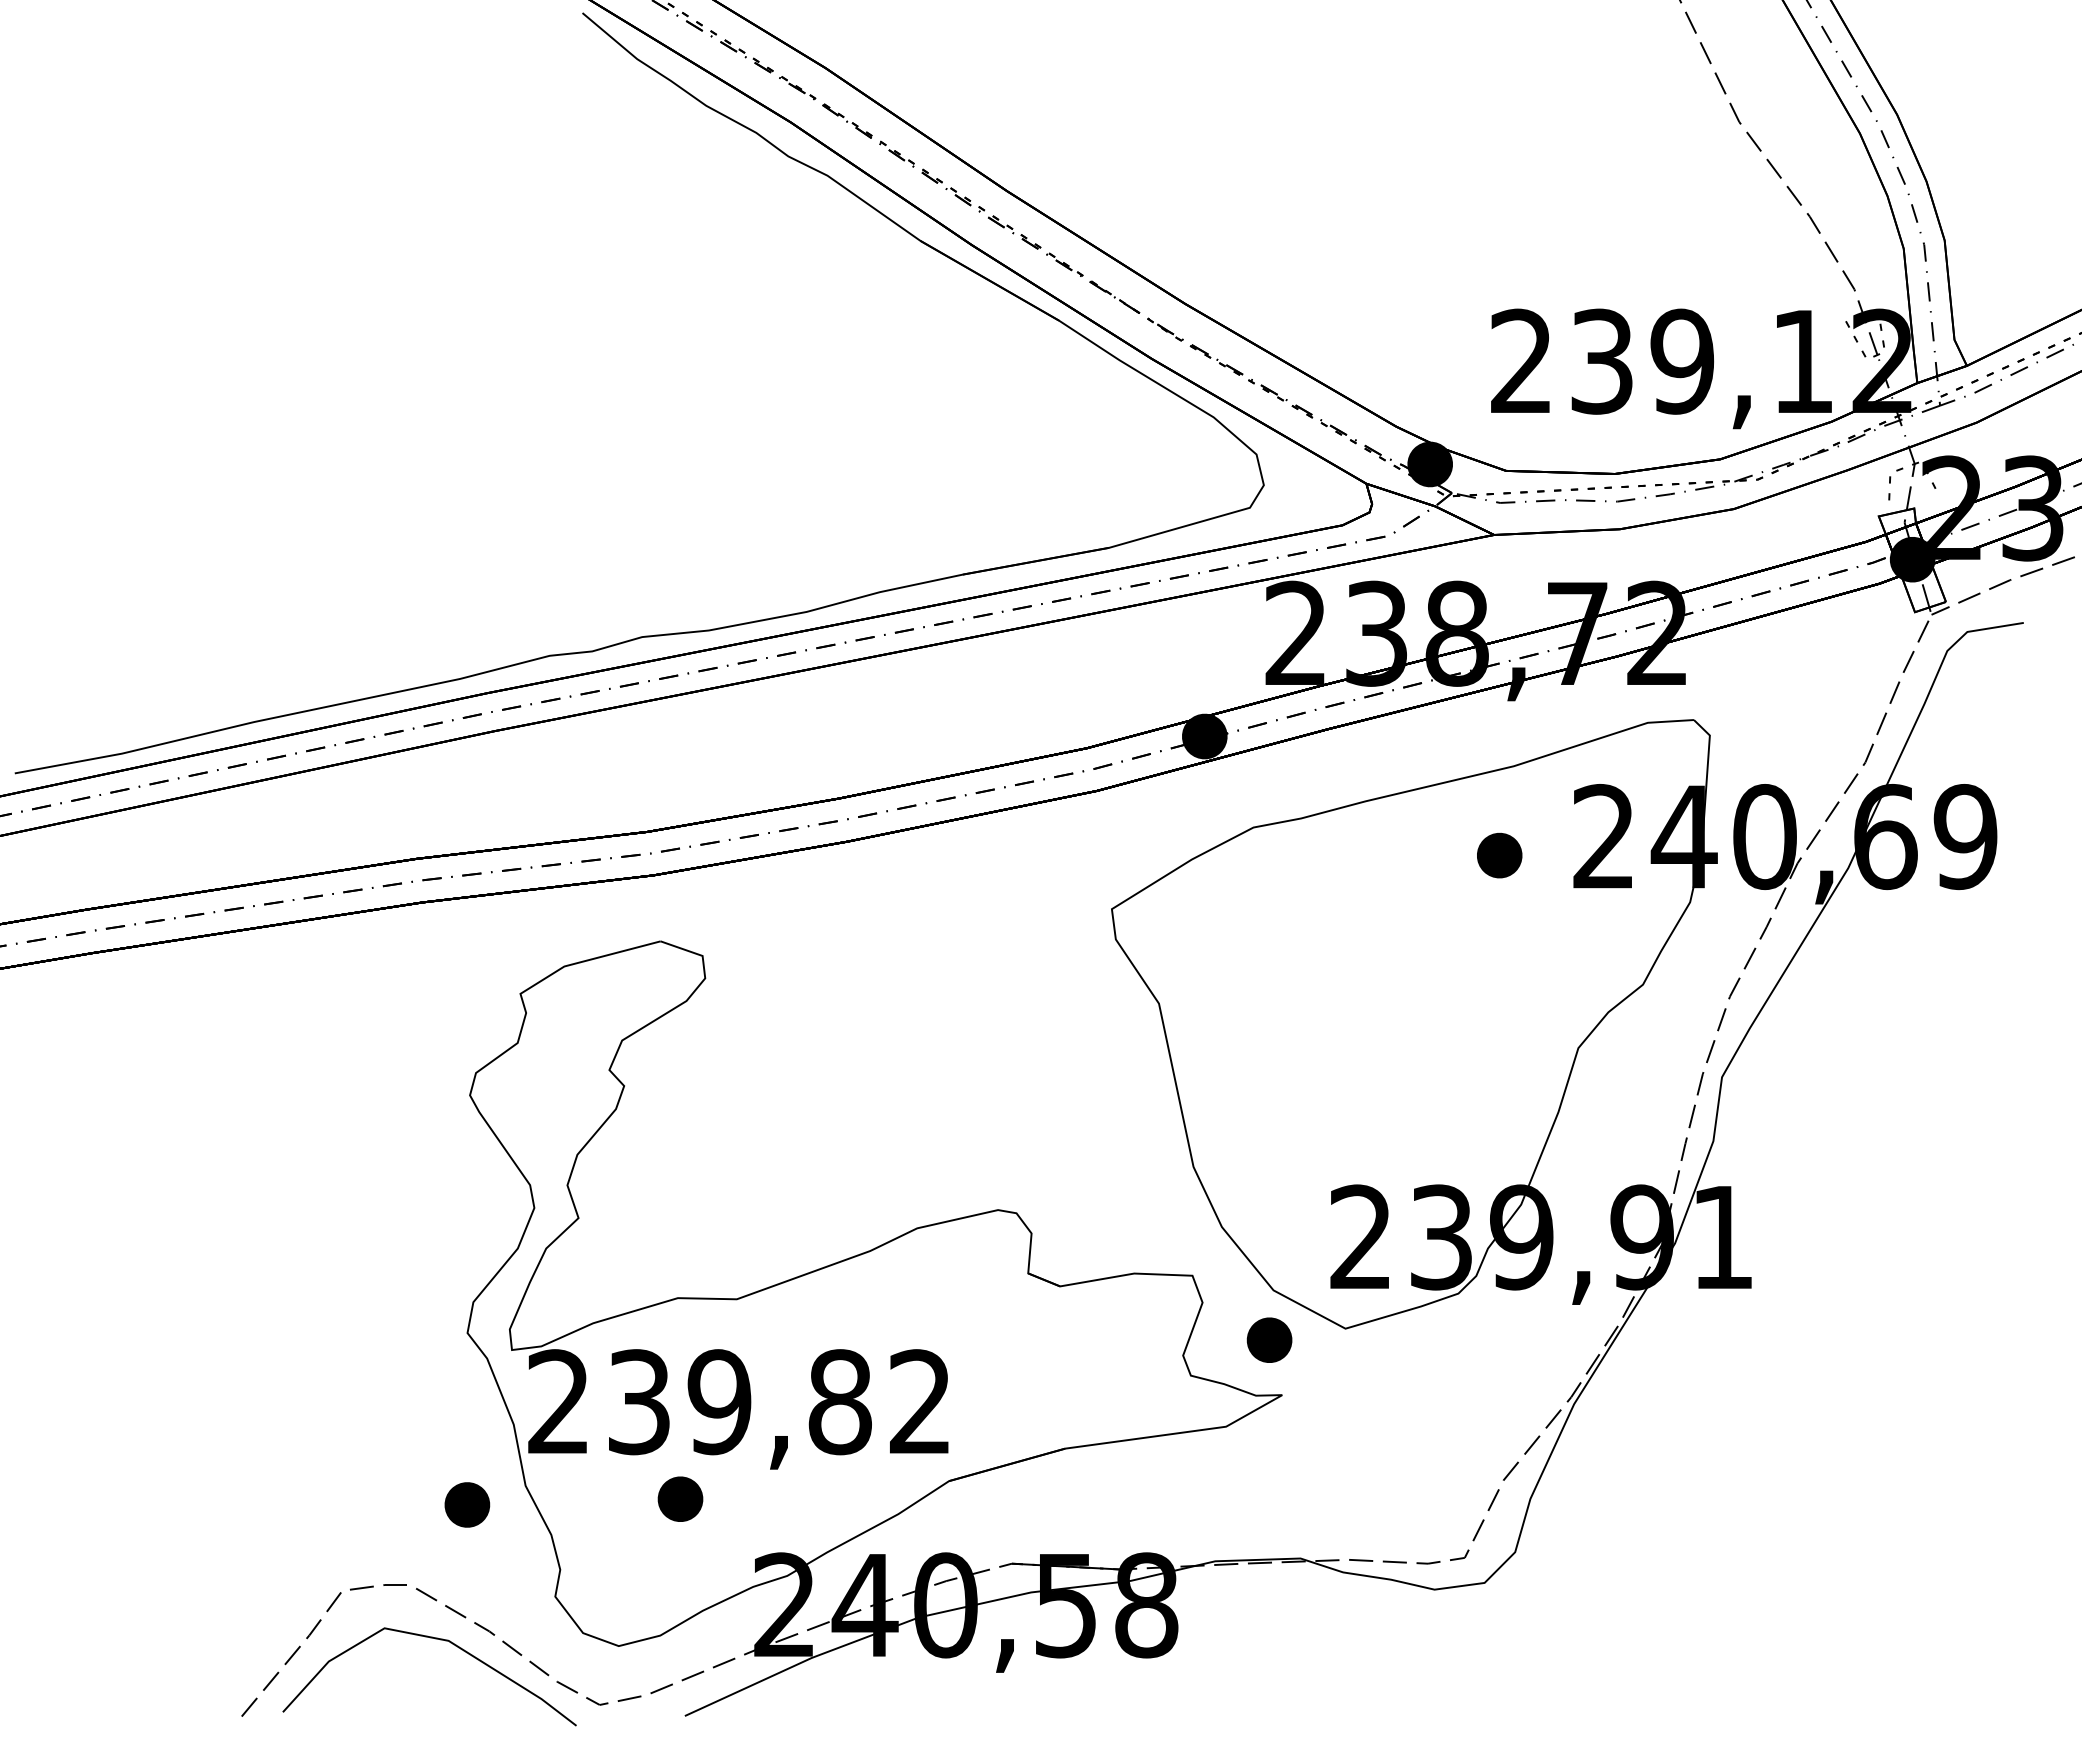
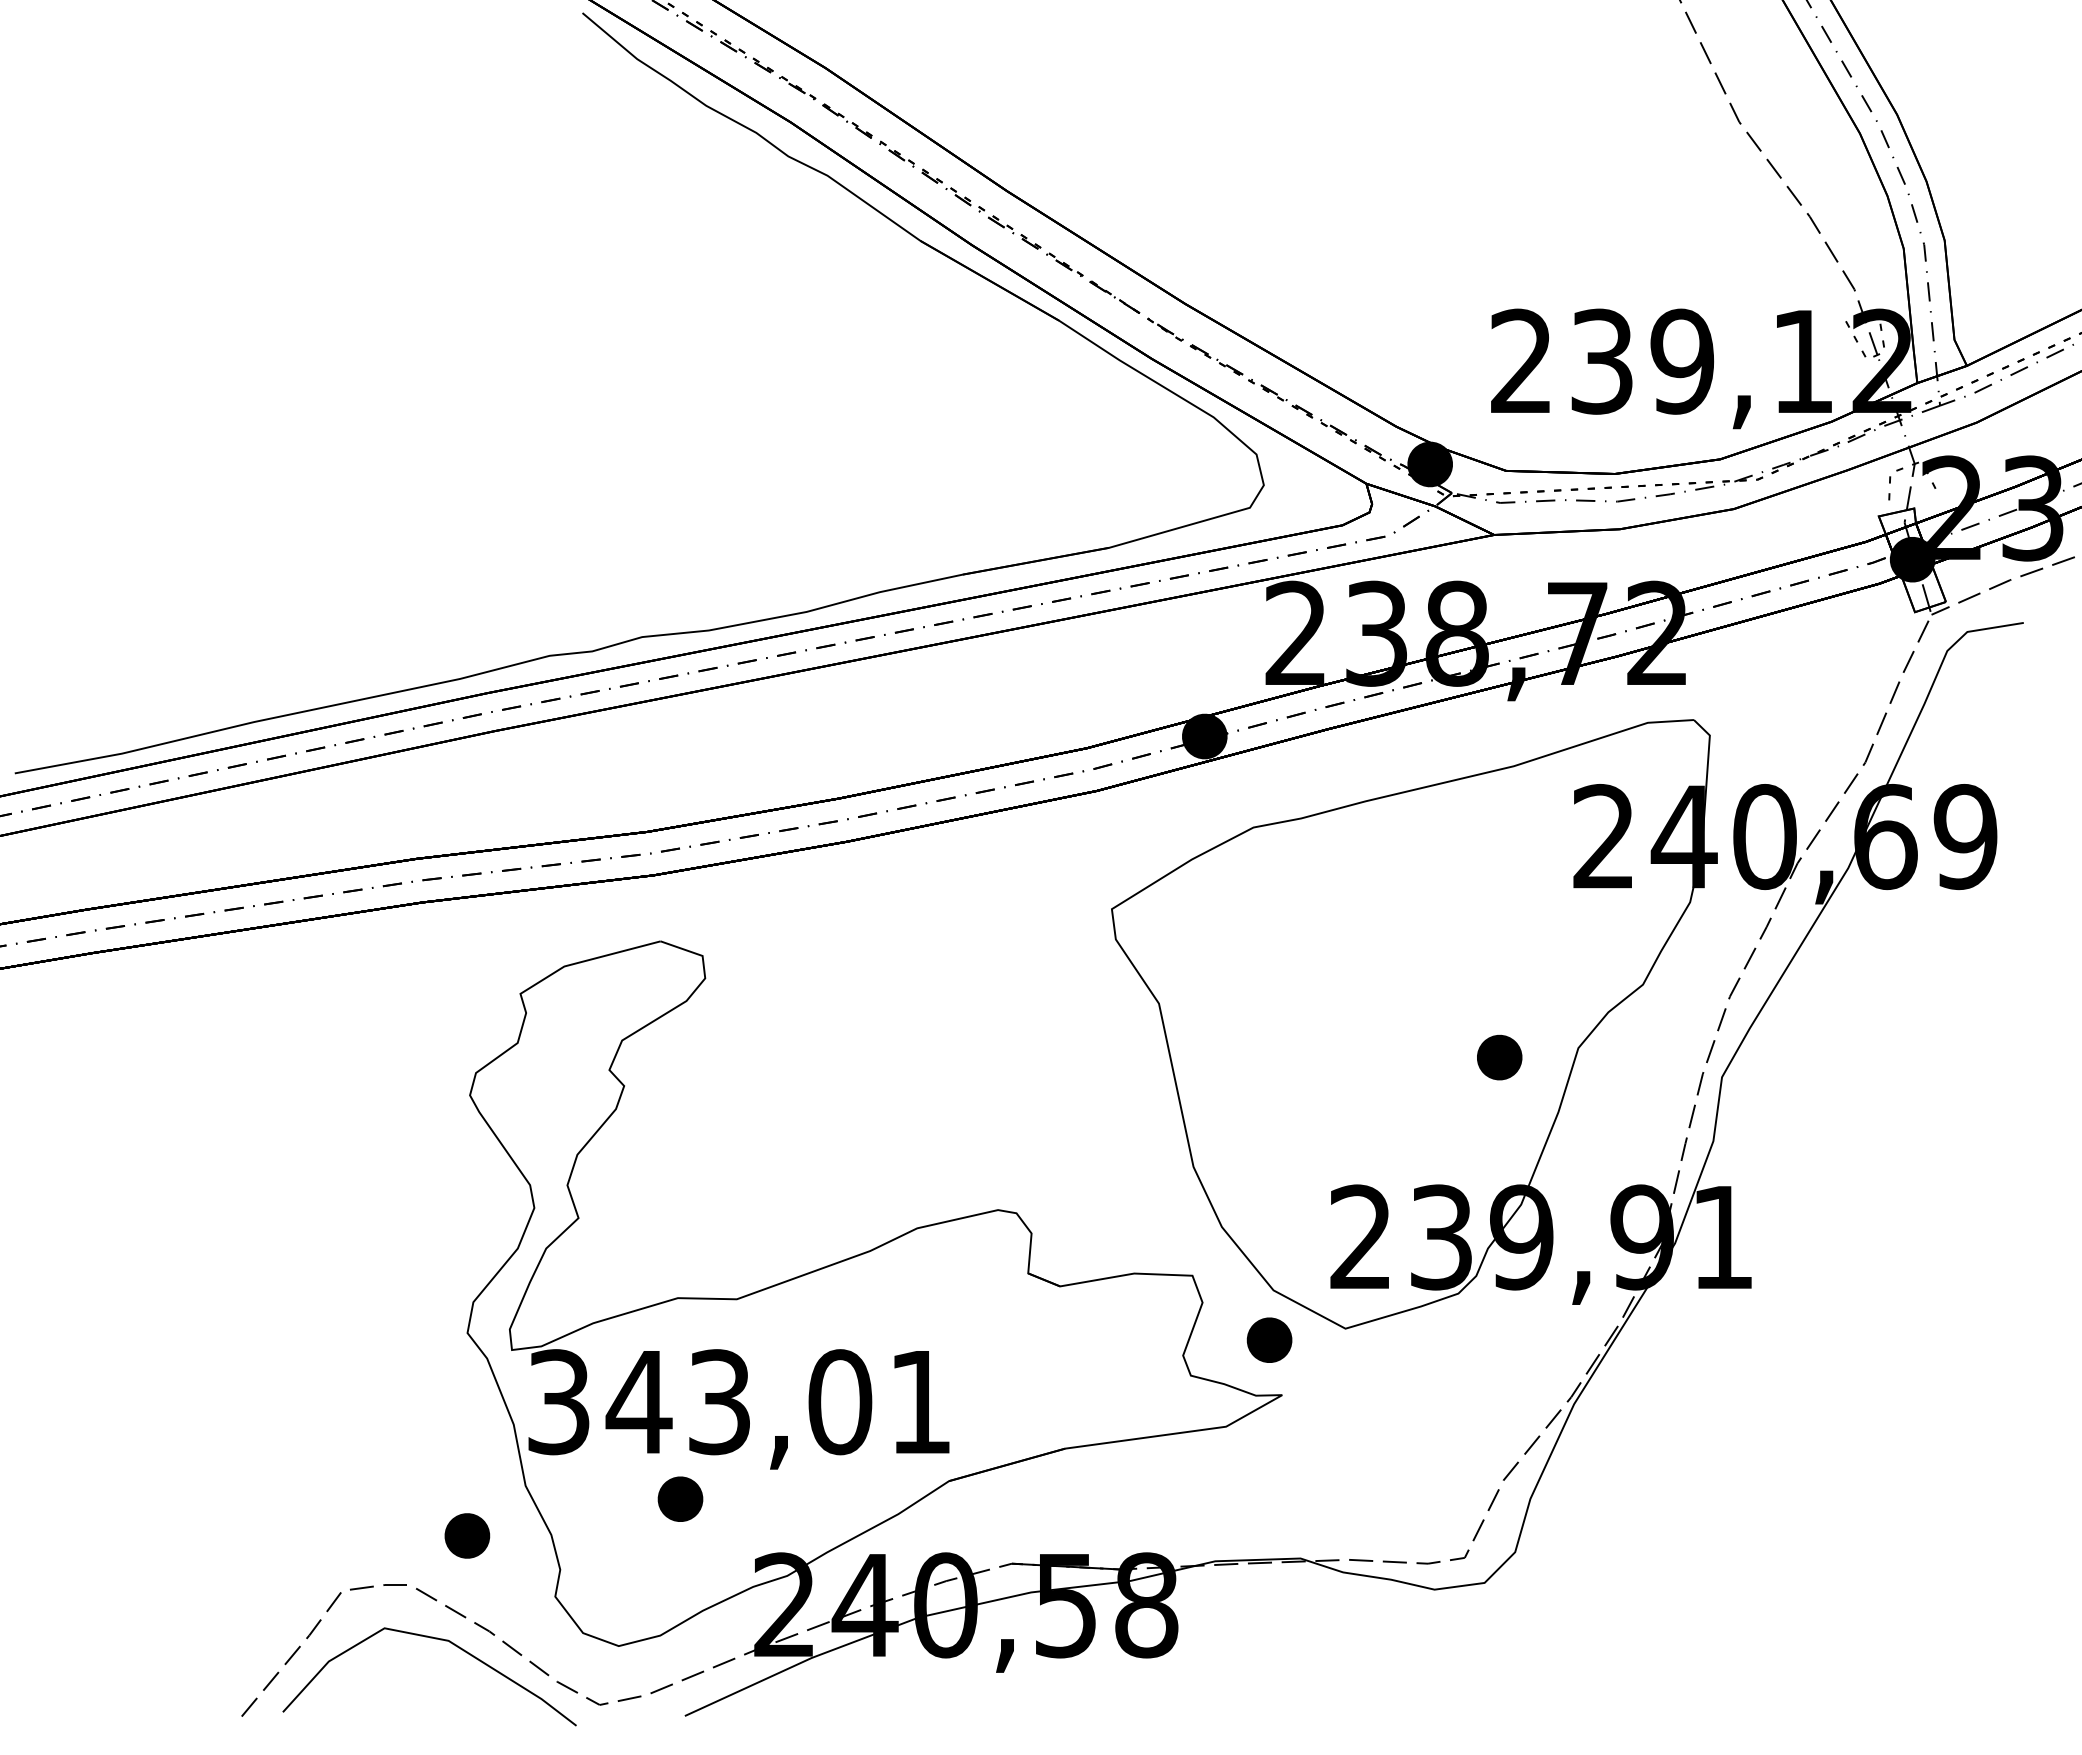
part at (1499, 855) position: (1499, 855) -> (1499, 1057)
text at (738, 1402): 239,82 -> 343,01
part at (467, 1504) position: (467, 1504) -> (467, 1535)
